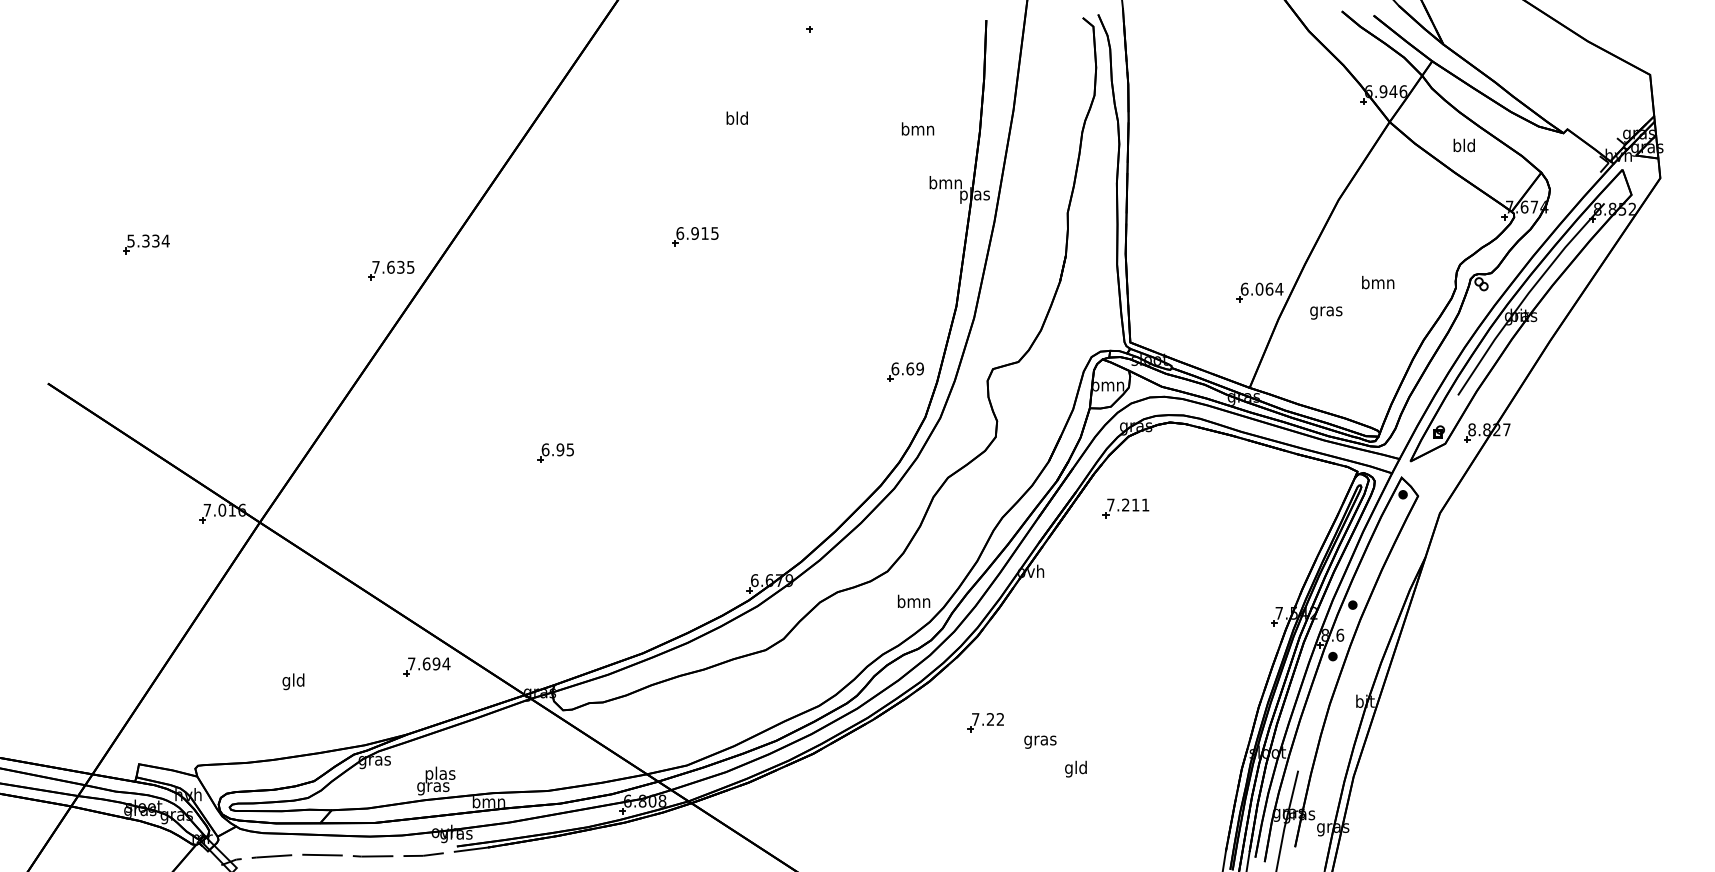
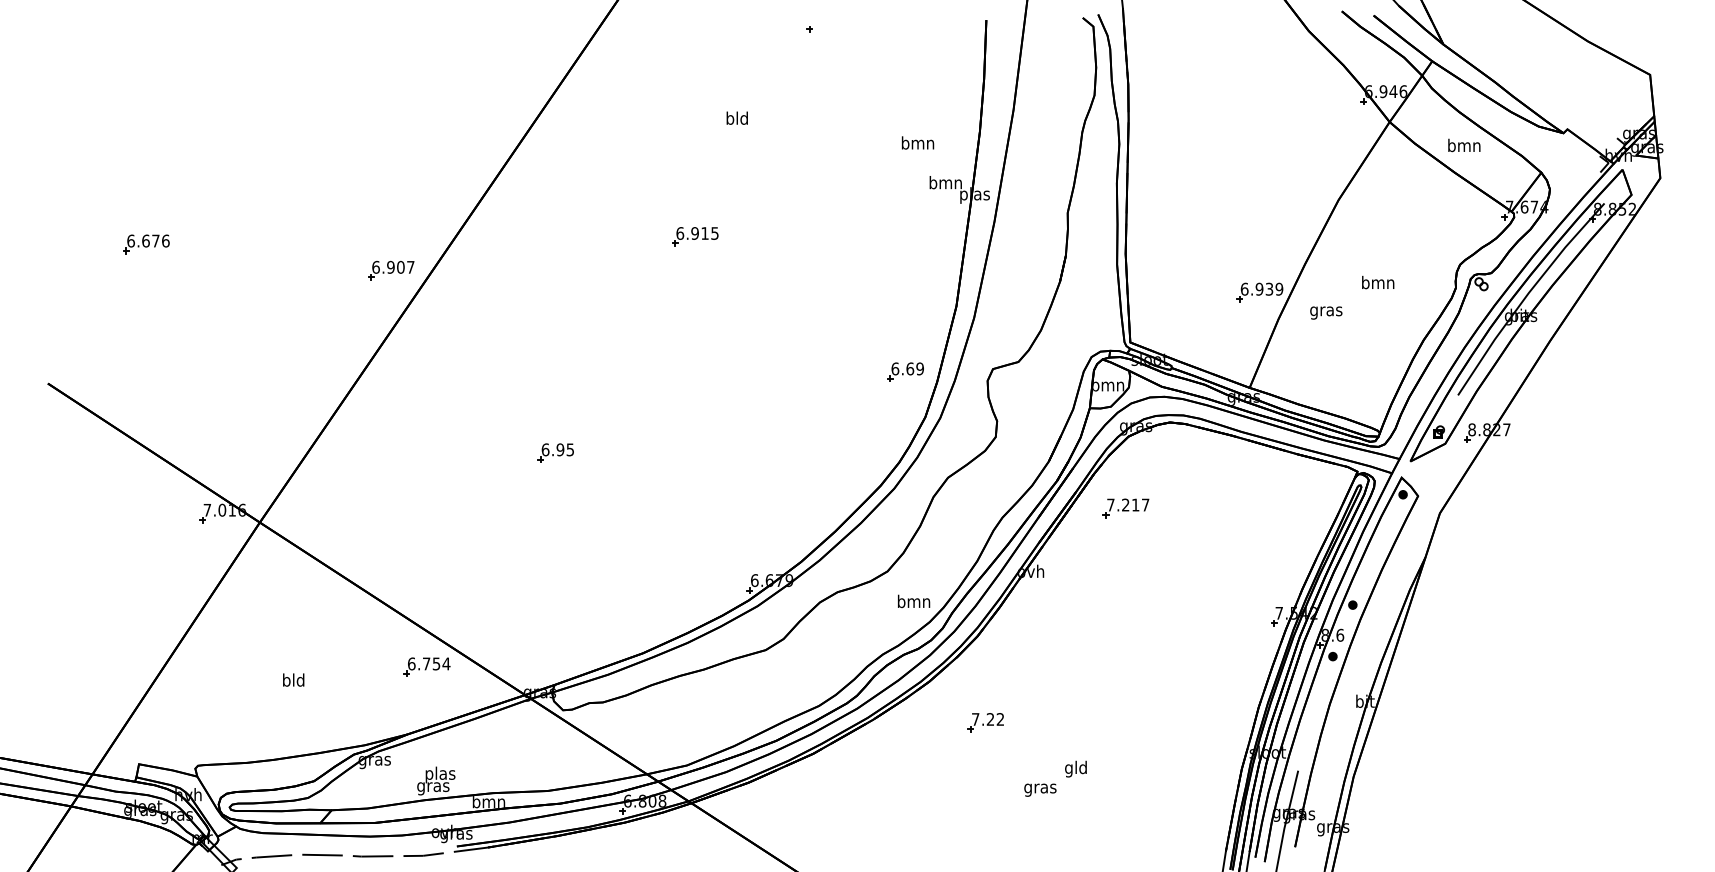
text at (917, 128) position: (917, 128) -> (917, 142)
text at (1464, 145): bld -> bmn
text at (148, 240): 5.334 -> 6.676
text at (393, 266): 7.635 -> 6.907
text at (1269, 288): 6.064 -> 6.939
text at (1145, 504): 7.211 -> 7.217
text at (424, 663): 7.694 -> 6.754
text at (286, 681): gld -> bld
text at (1040, 741) position: (1040, 741) -> (1040, 789)
